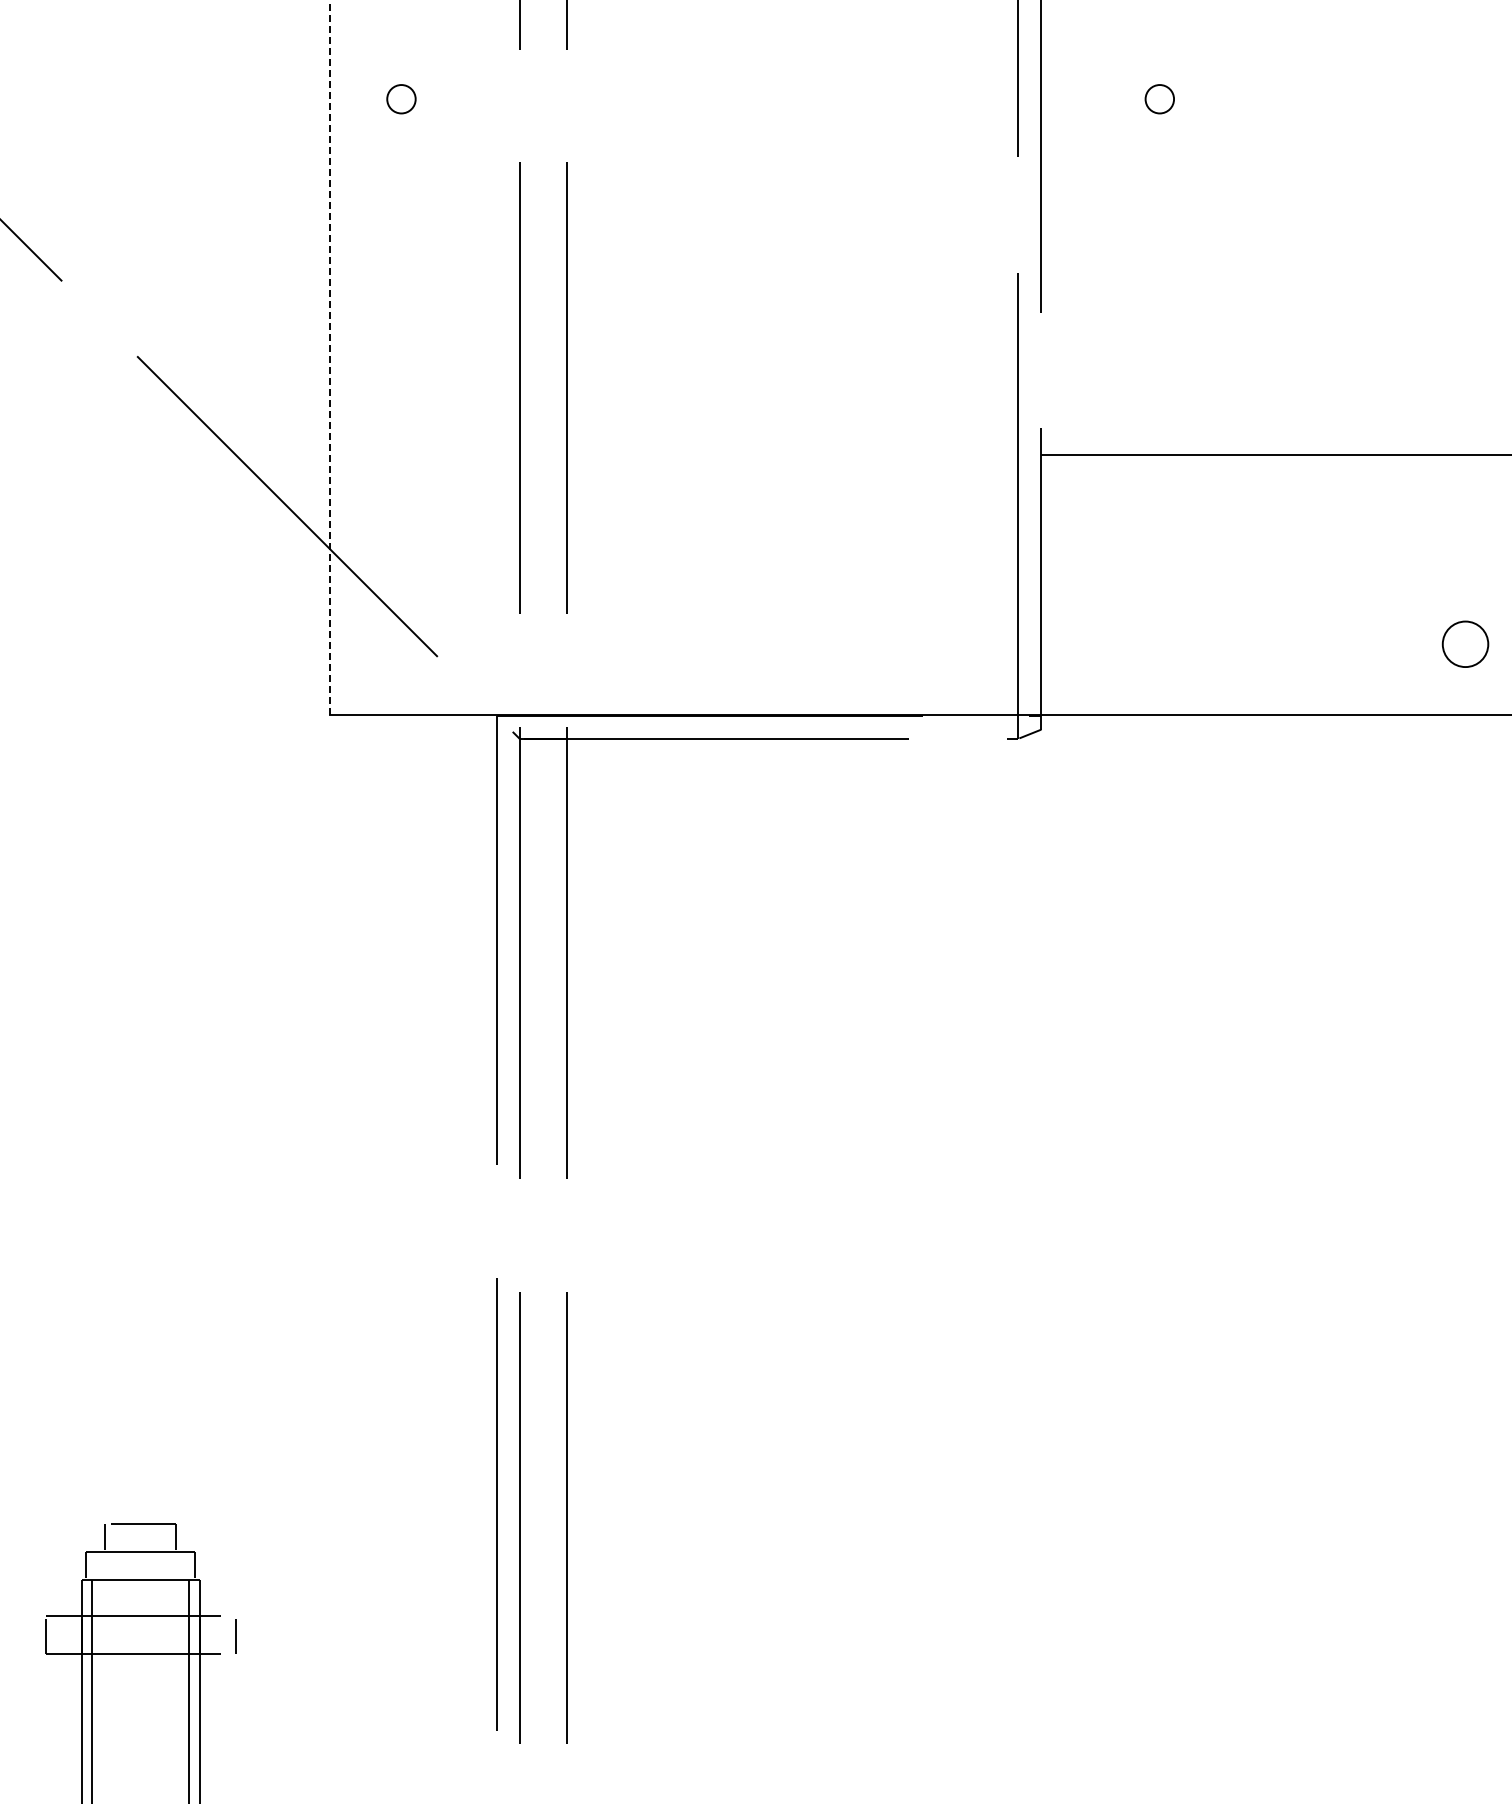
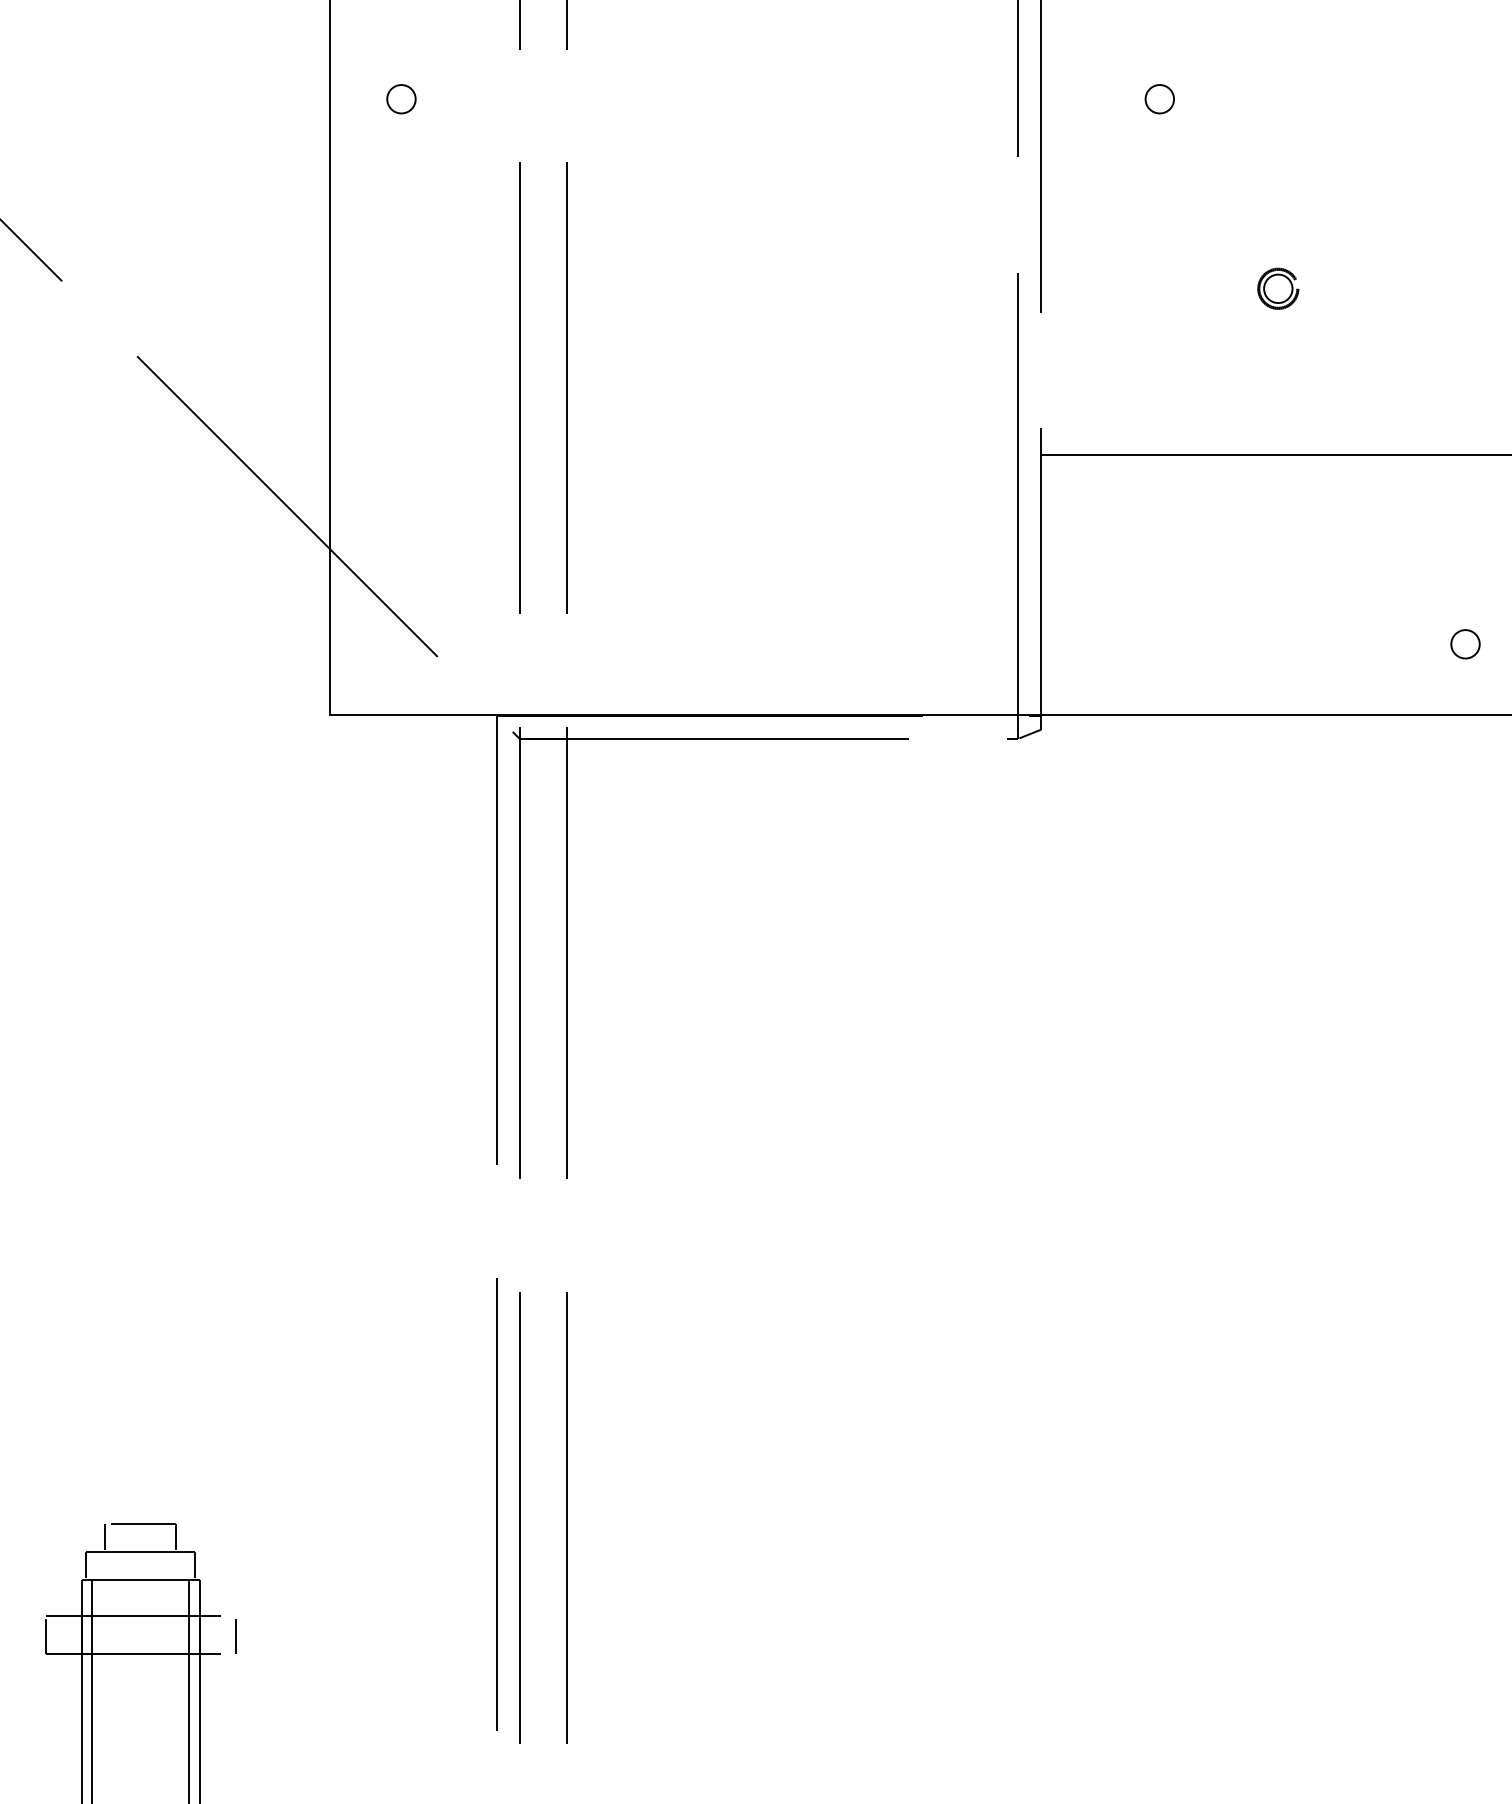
part at (1278, 288): none -> present
line at (330, 357): dashed -> solid
circle at (1465, 644) diameter: 46 px -> 28 px
